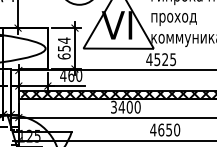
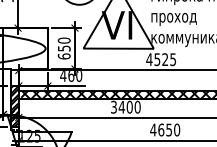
text at (63, 40): 654 -> 650
hatch at (14, 106): none -> present
